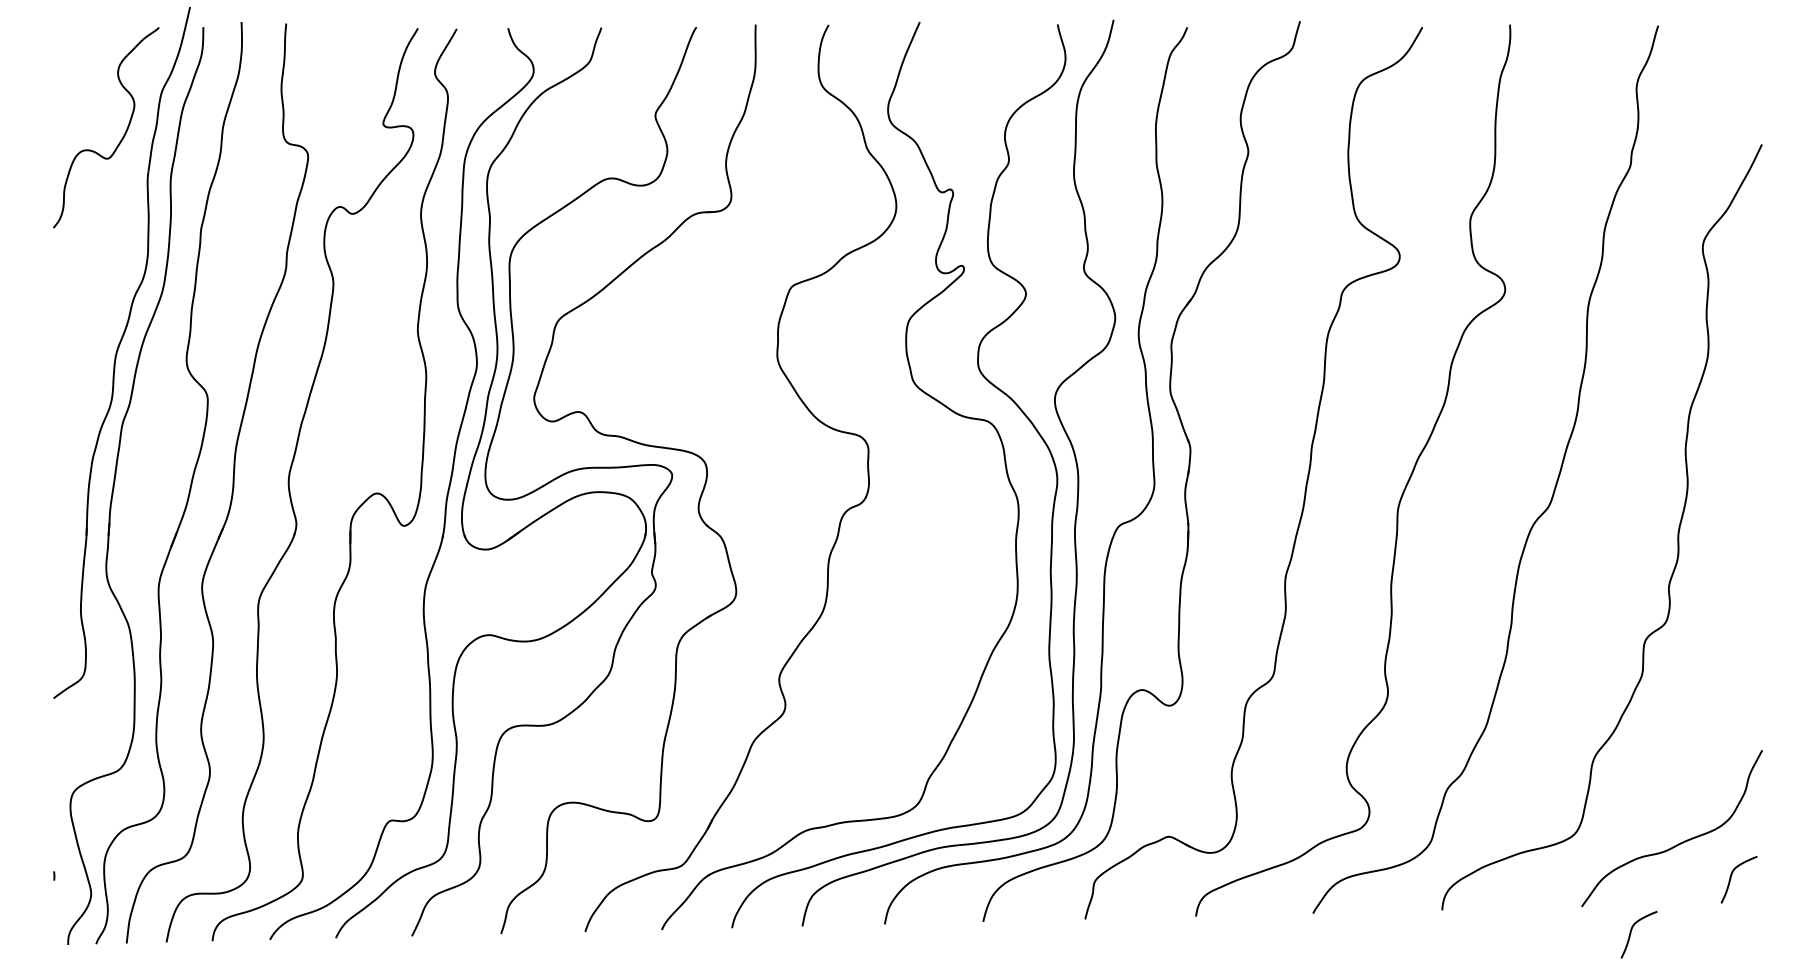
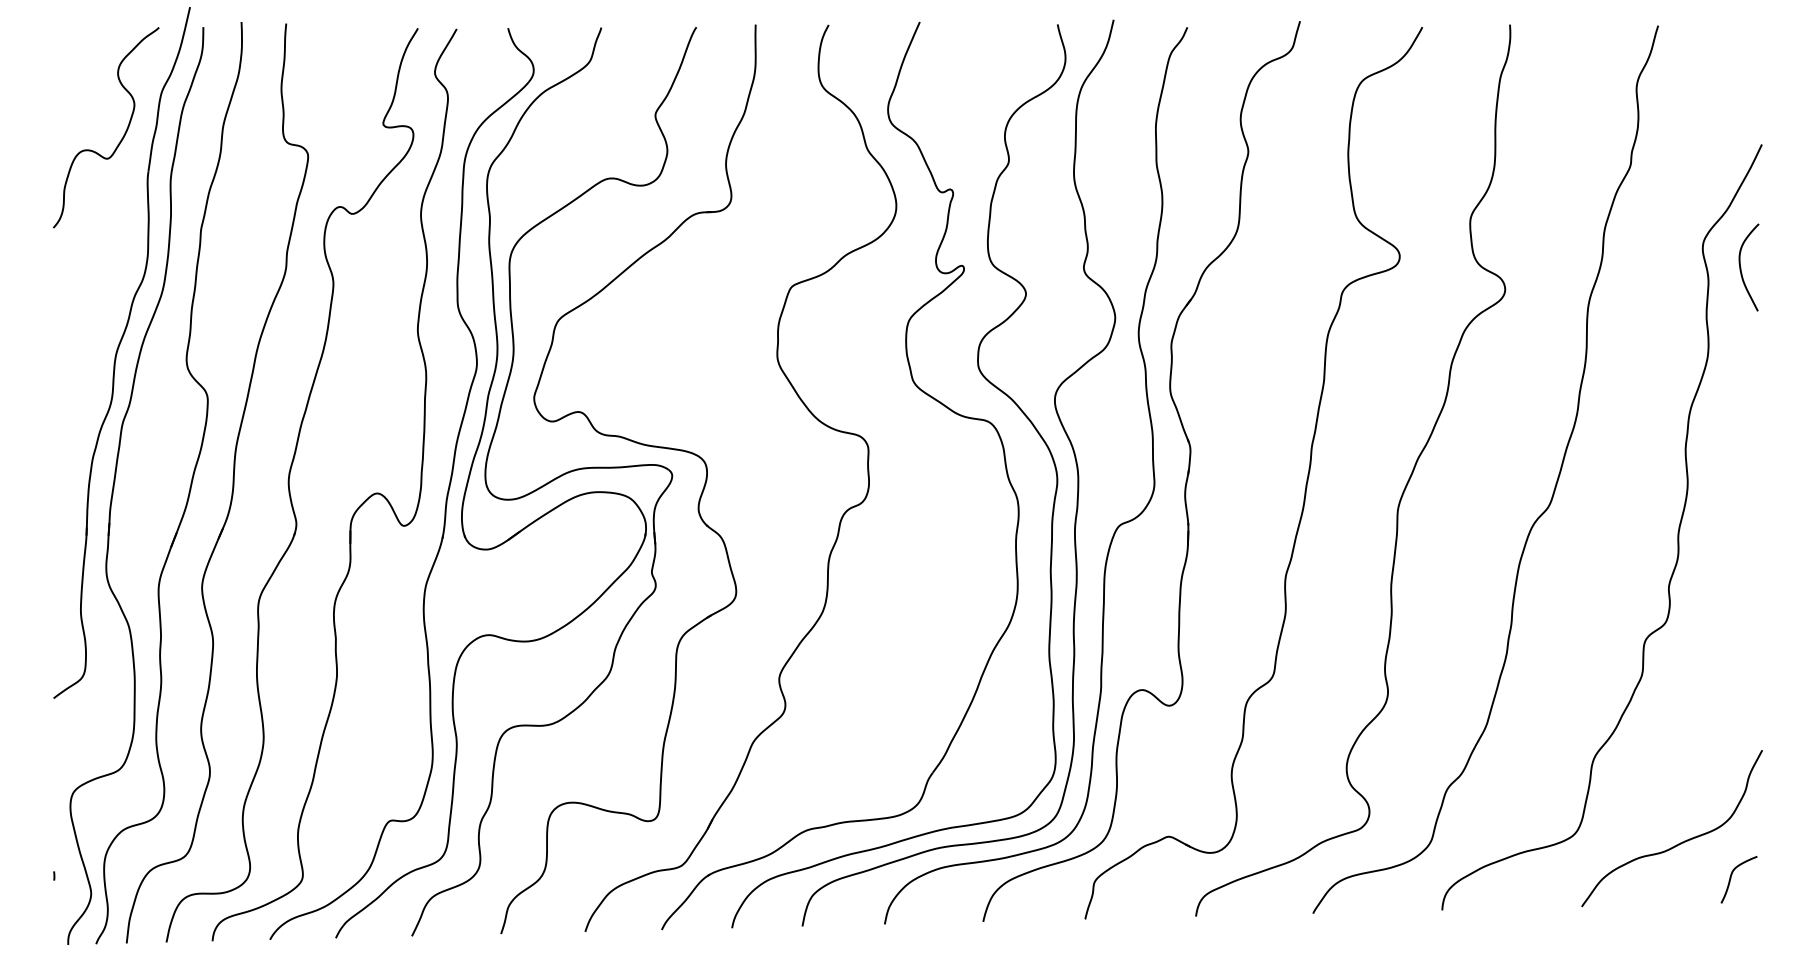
curve at (1741, 267): none -> present
curve at (1631, 933): present -> none
